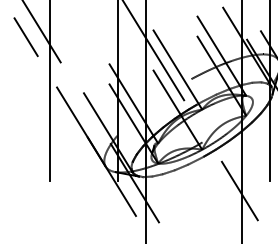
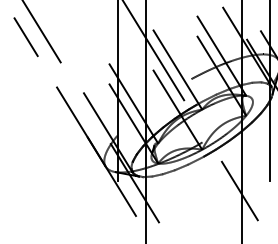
line at (50, 91): present -> none
